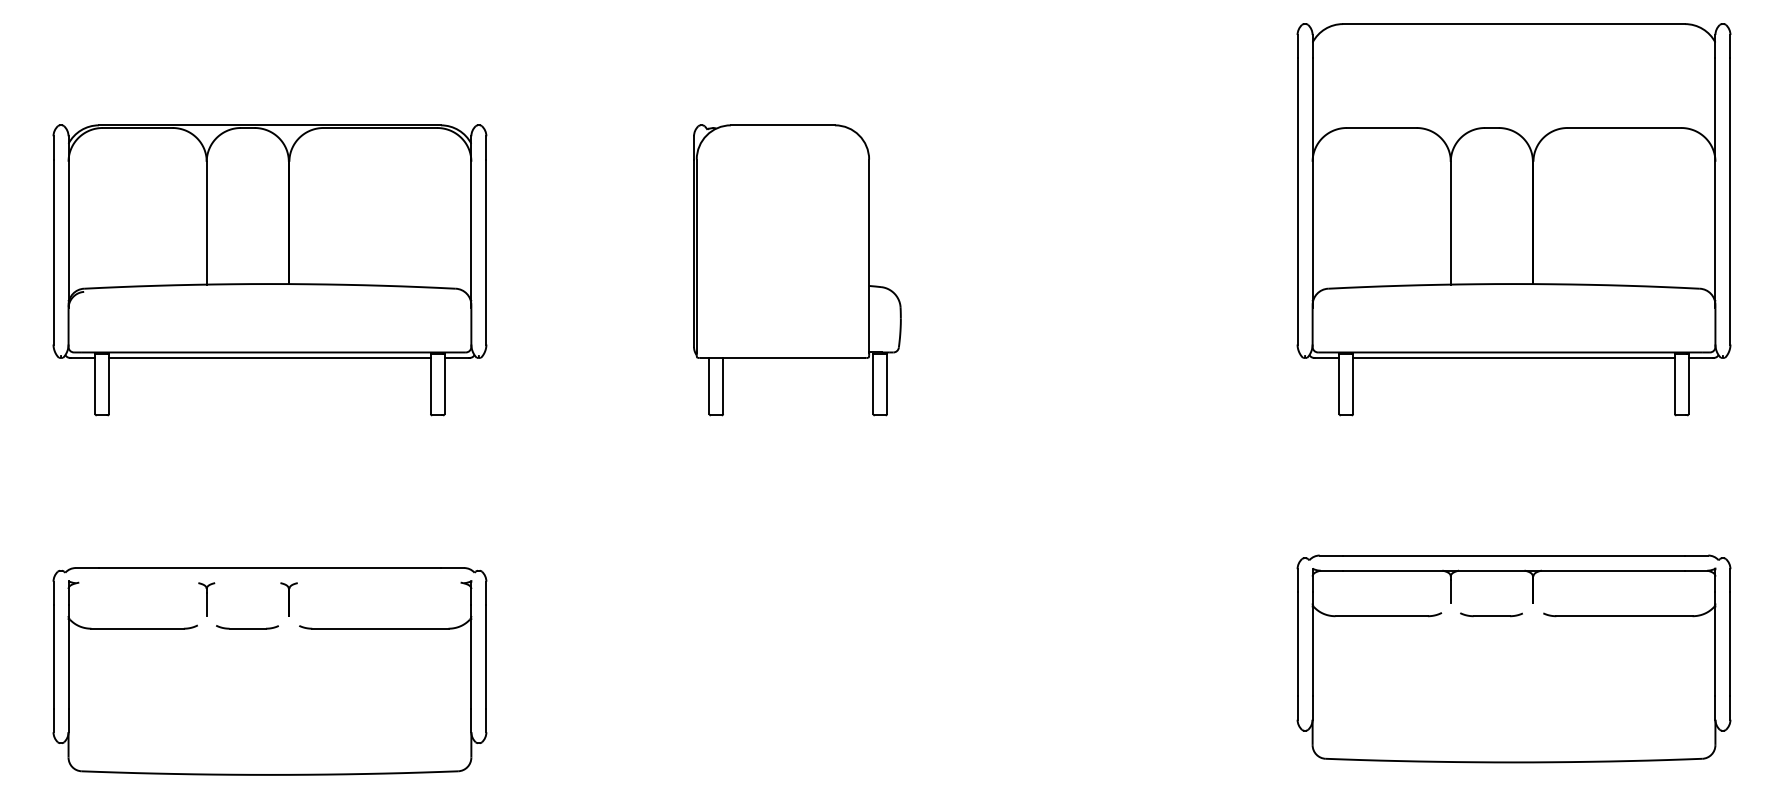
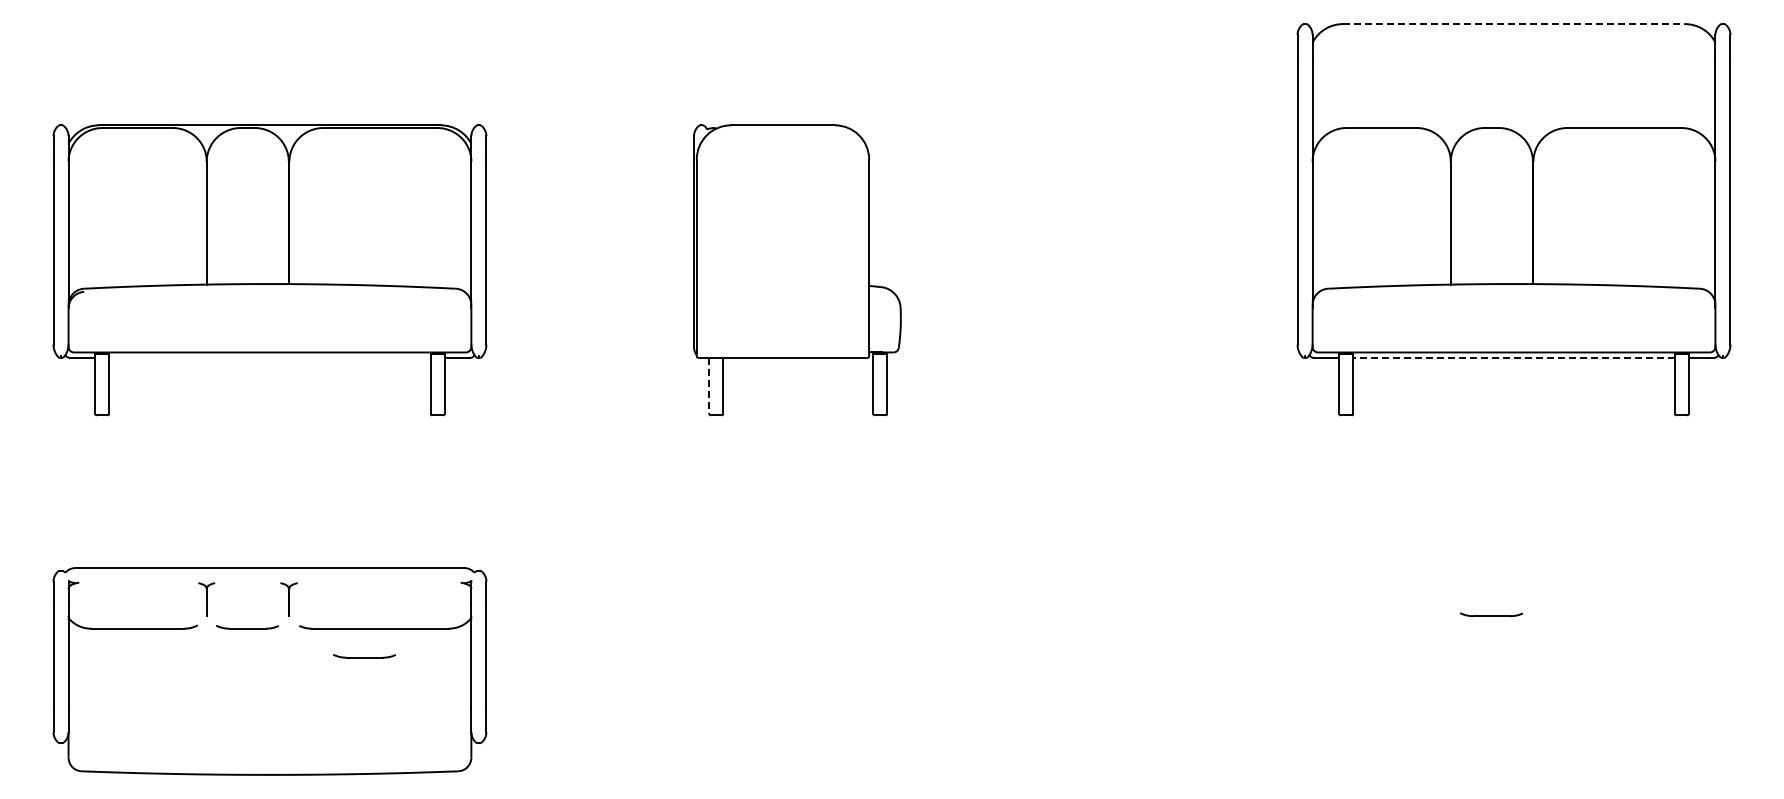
line at (1514, 24): solid -> dashed
line at (269, 357): present -> none
line at (1514, 357): solid -> dashed
line at (709, 386): solid -> dashed
part at (364, 656): none -> present
part at (1513, 658): present -> none
